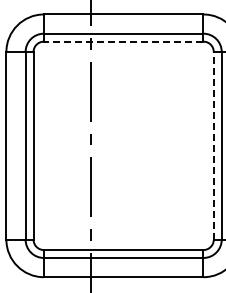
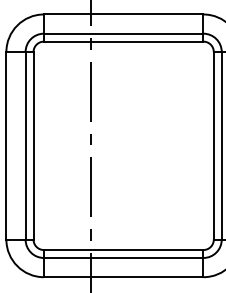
line at (123, 41): dashed -> solid
line at (213, 145): dashed -> solid
